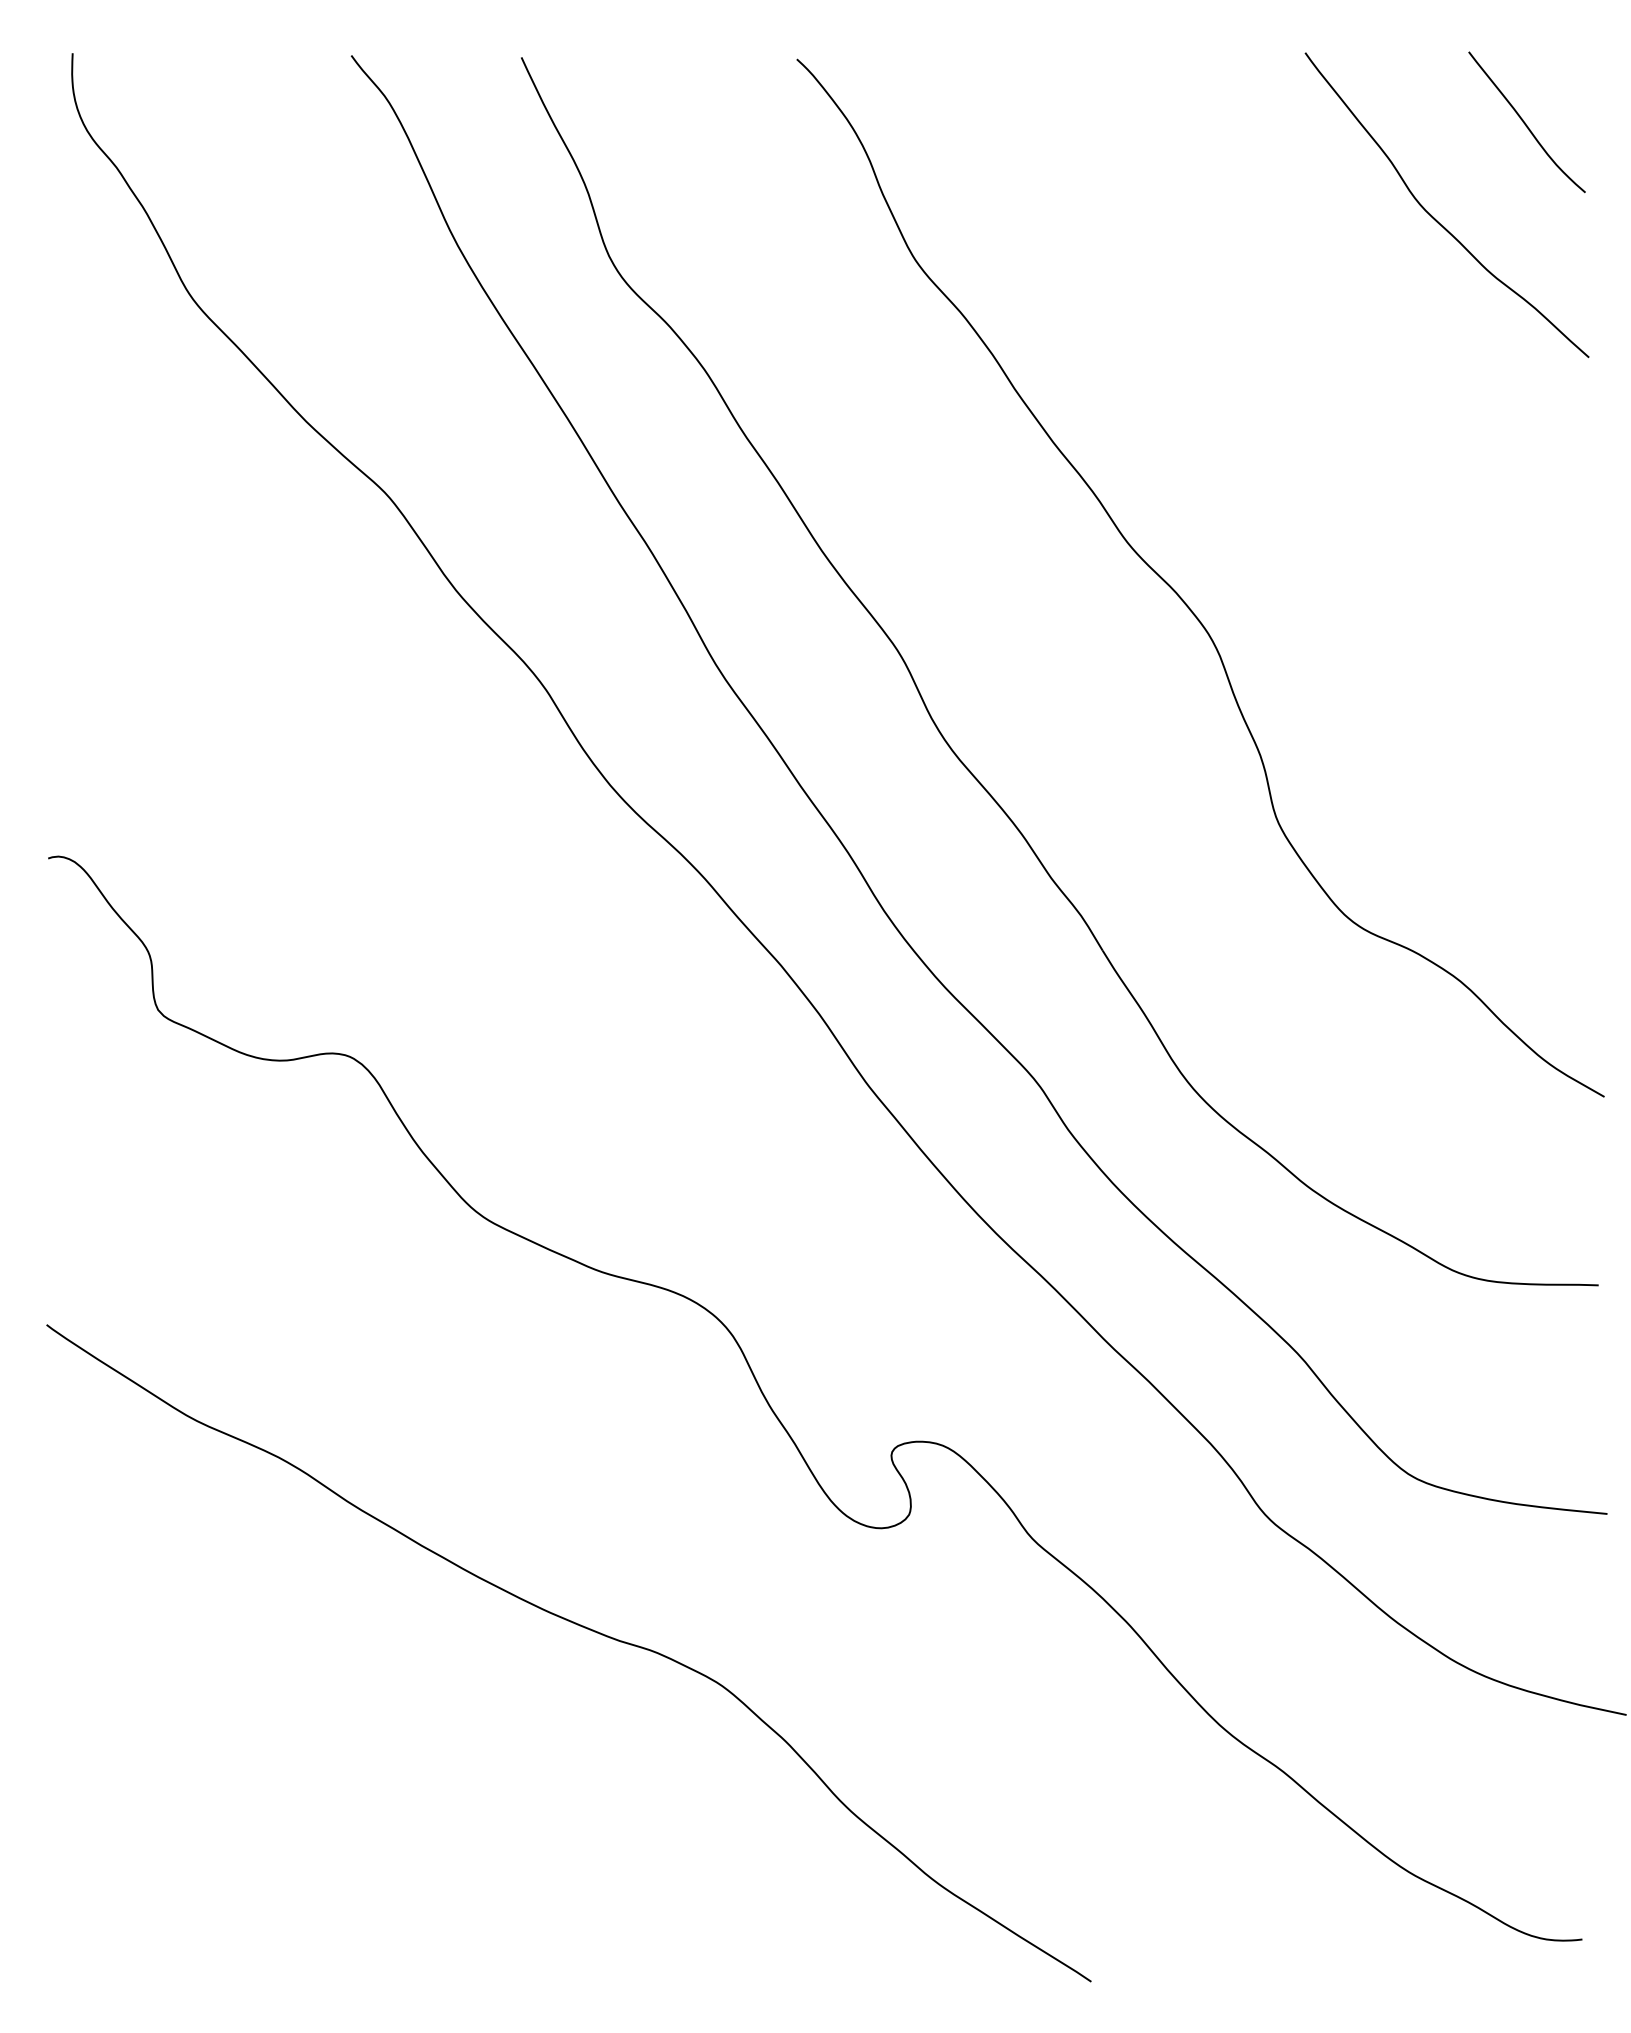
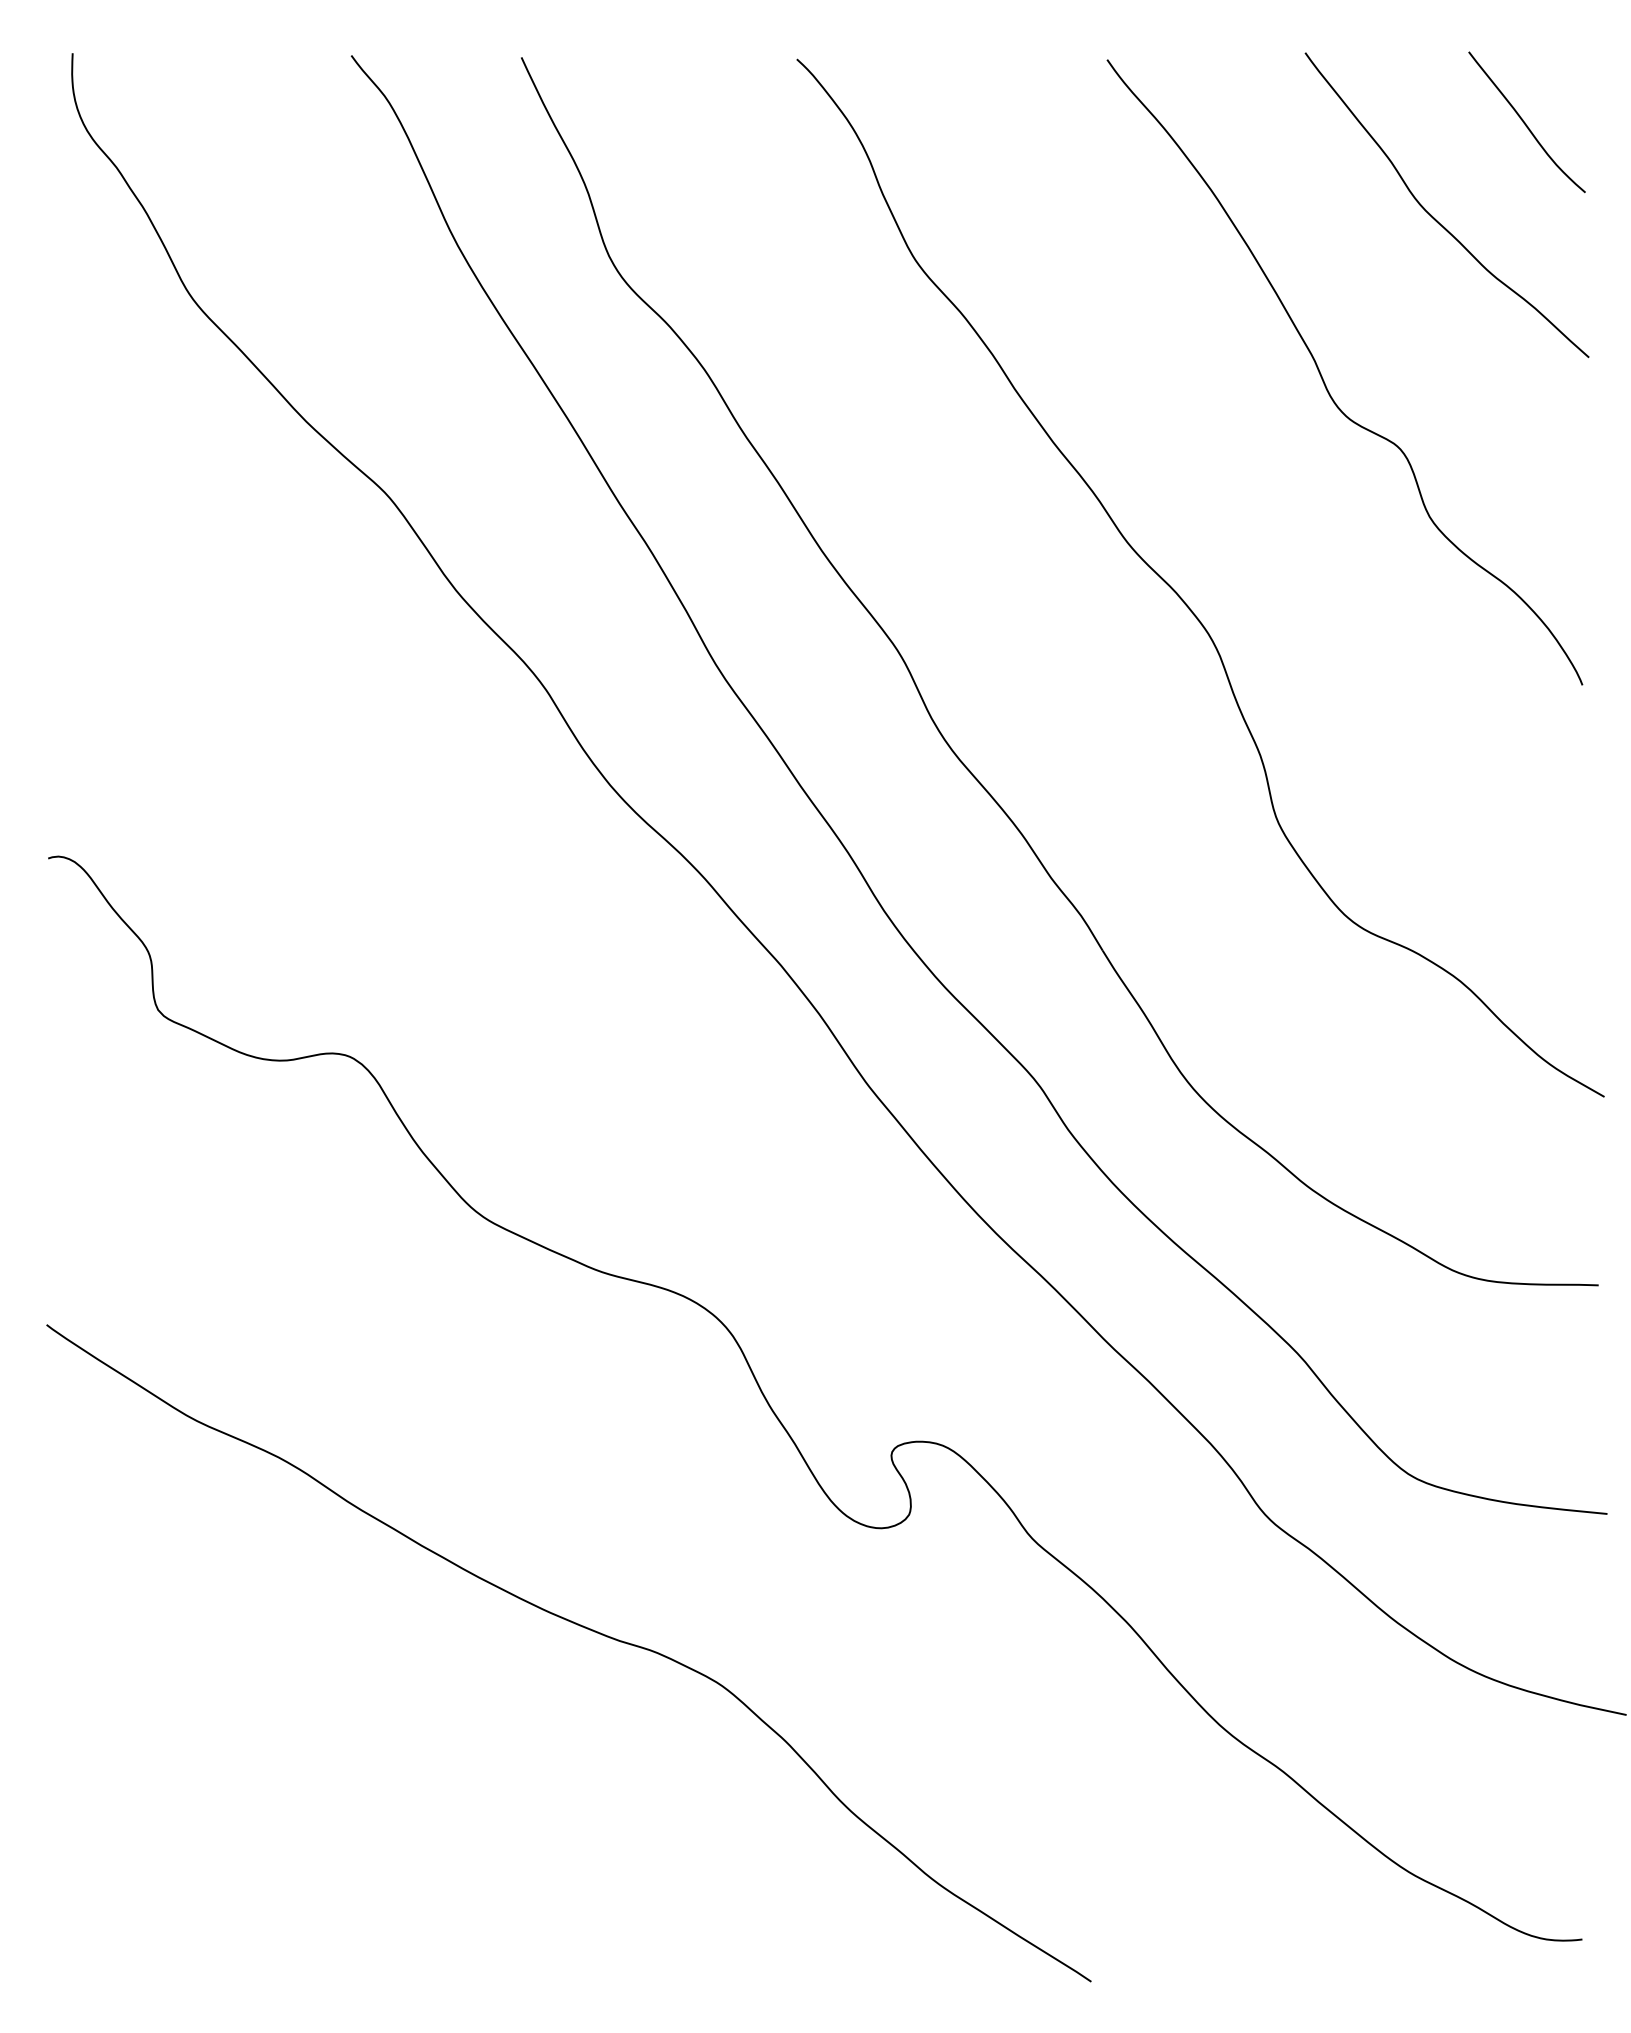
curve at (1324, 380): none -> present
